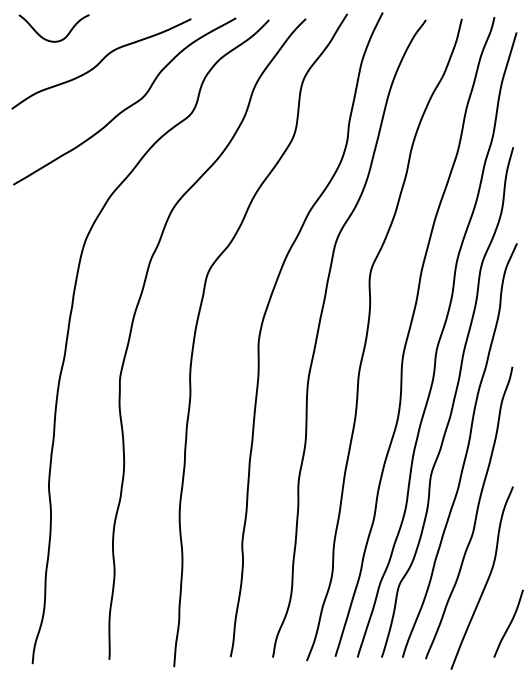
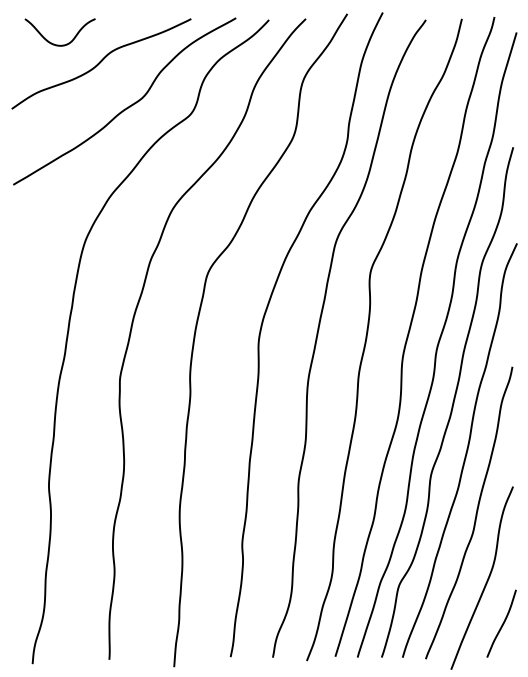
curve at (53, 40) position: (53, 40) -> (59, 44)
curve at (509, 623) position: (509, 623) -> (502, 623)
